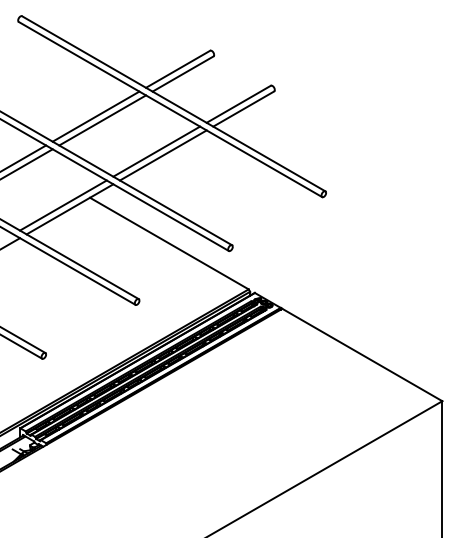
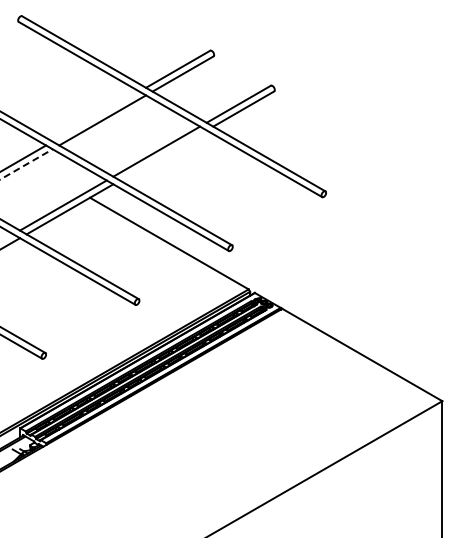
line at (95, 116): present -> none
line at (162, 155): present -> none
line at (26, 164): solid -> dashed
